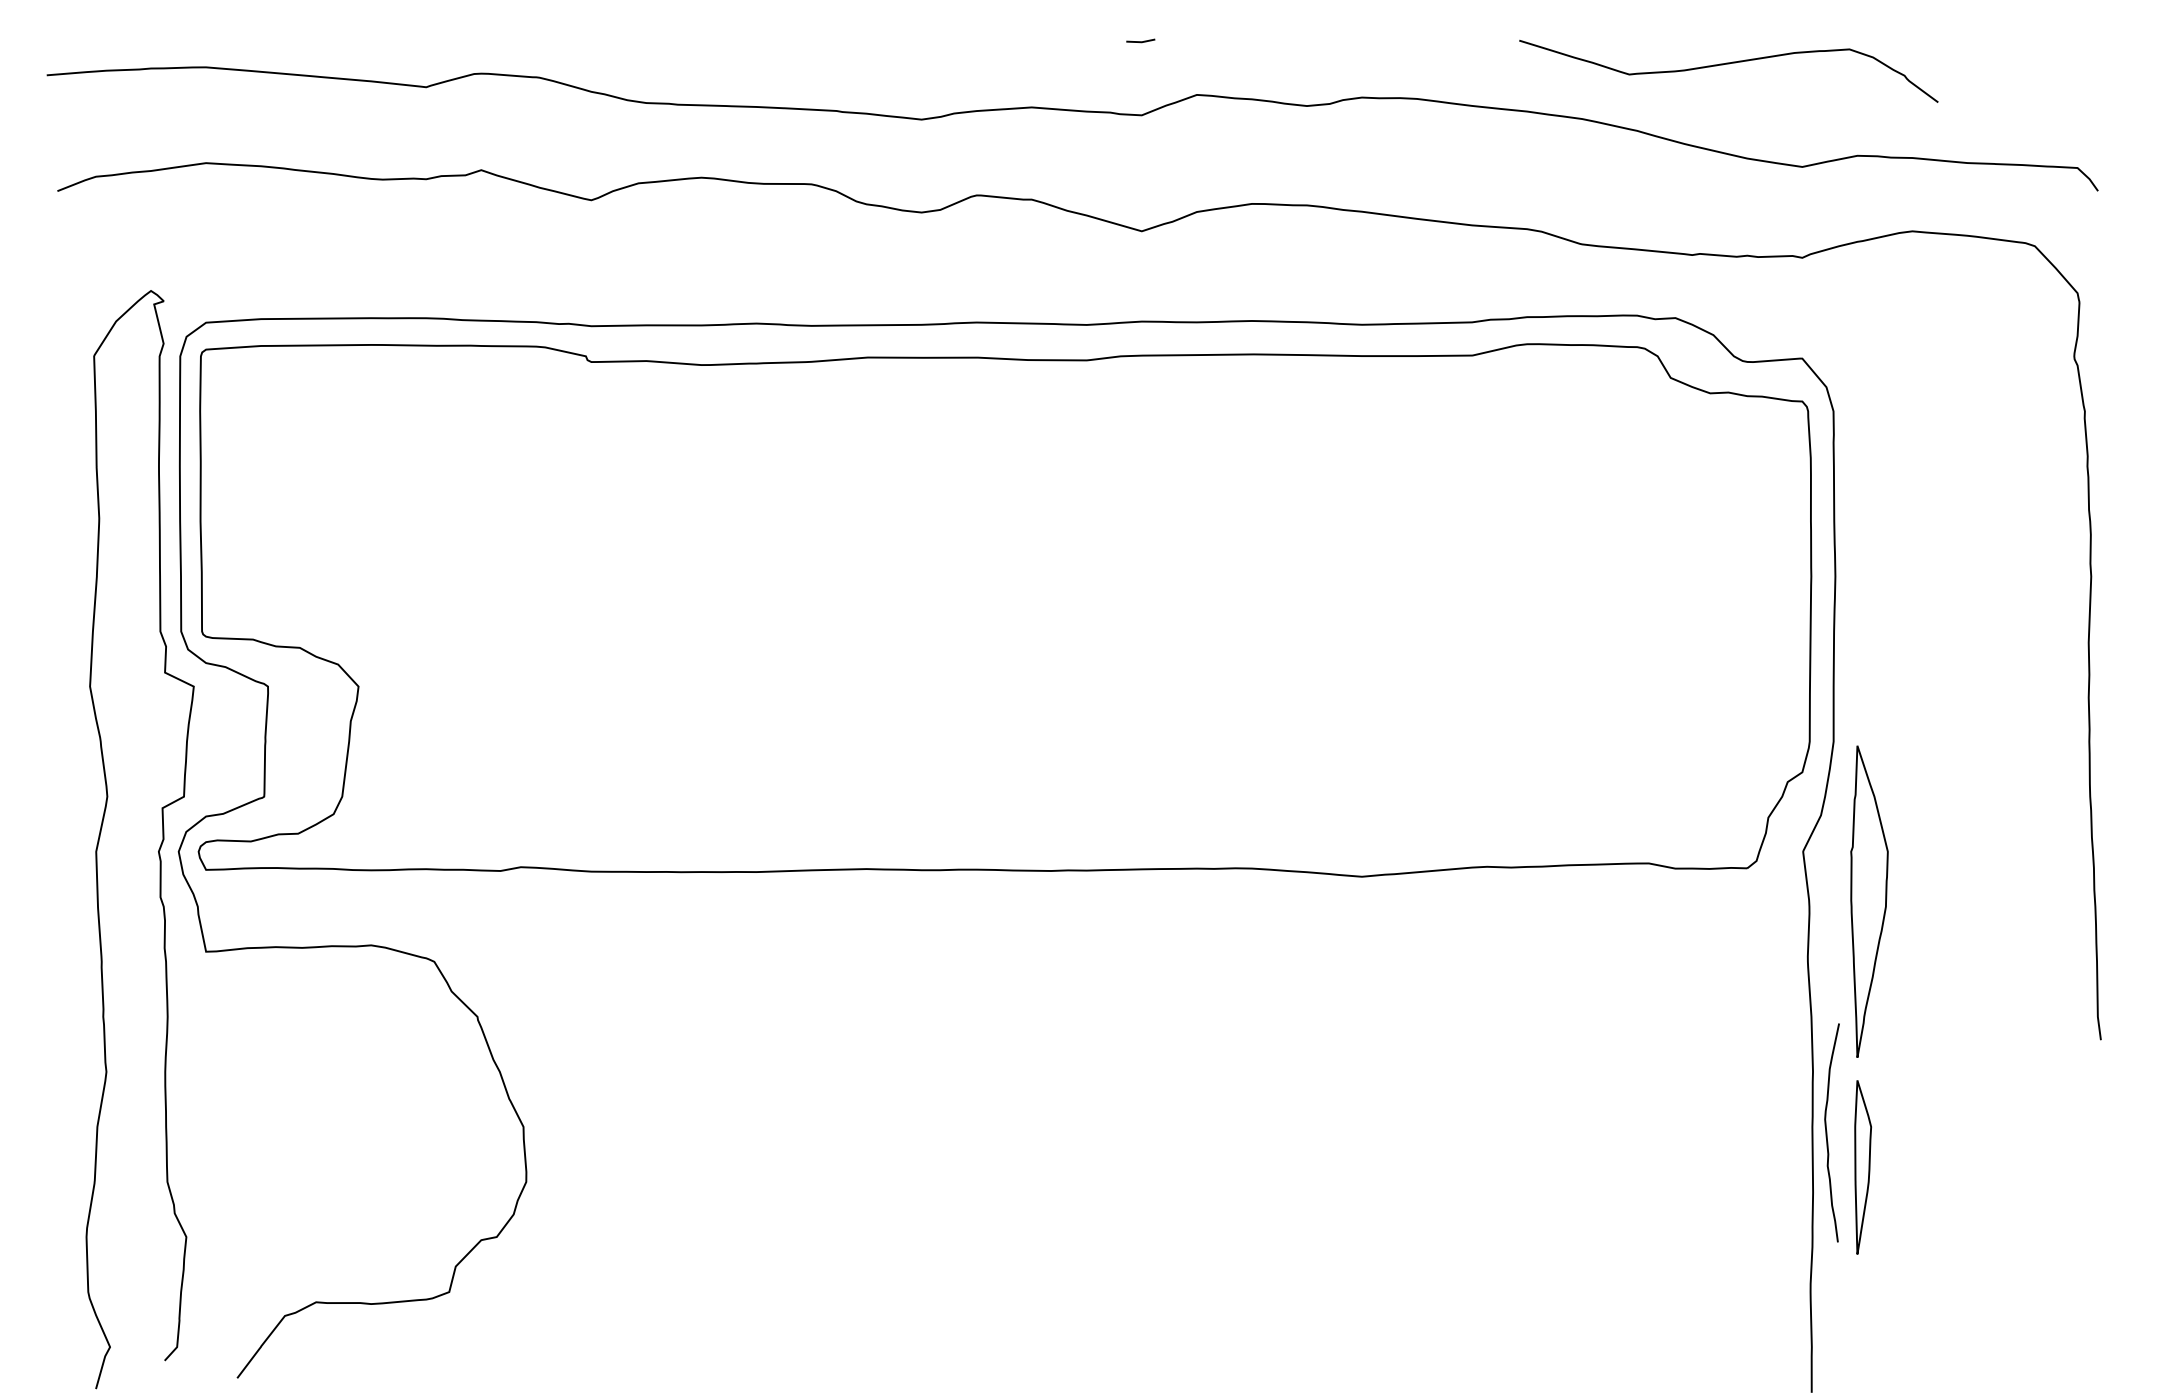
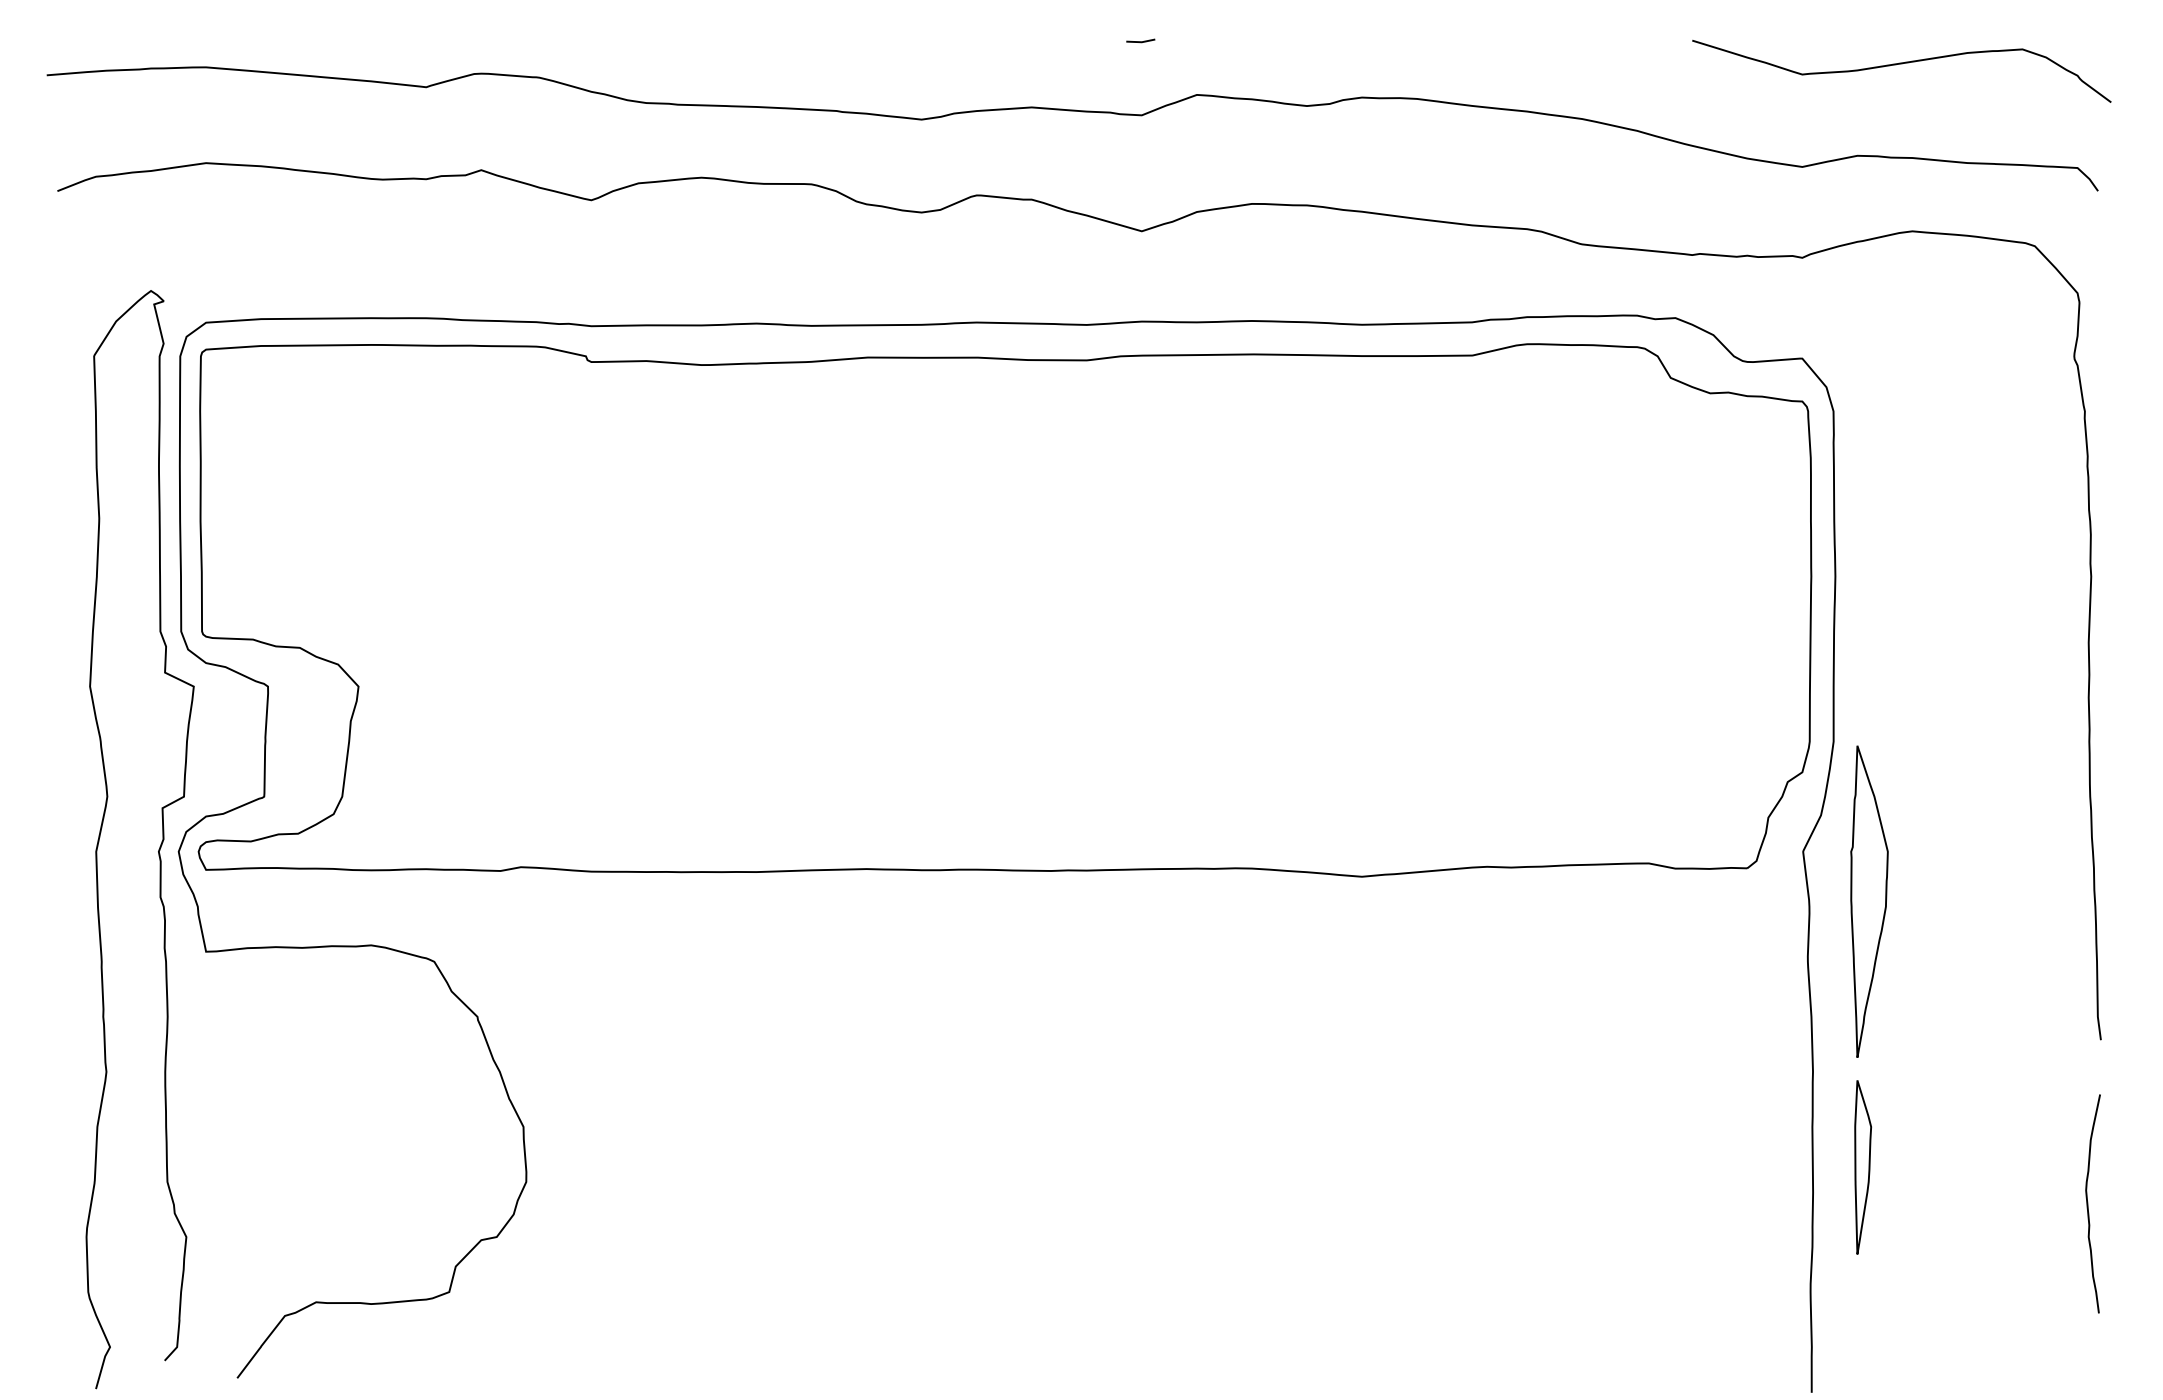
curve at (1728, 64) position: (1728, 64) -> (1901, 64)
curve at (1827, 1132) position: (1827, 1132) -> (2088, 1203)
